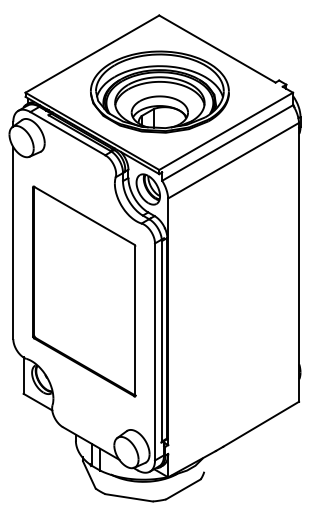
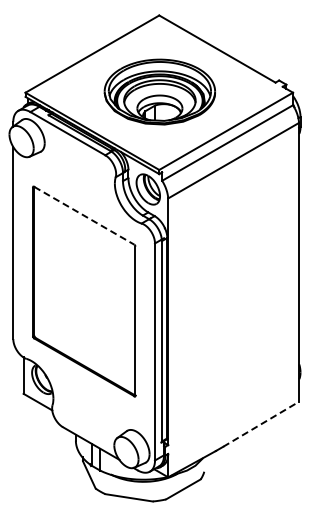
part at (159, 91) size: 140x84 px -> 113x68 px
line at (84, 215): solid -> dashed
line at (261, 424): solid -> dashed
